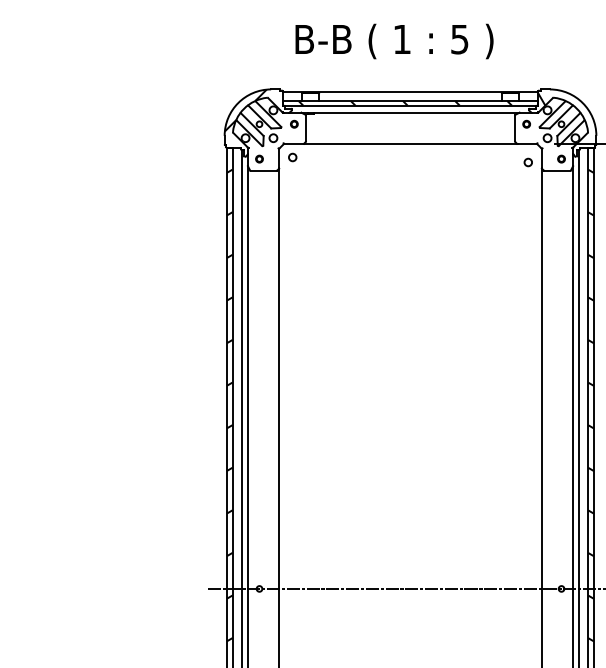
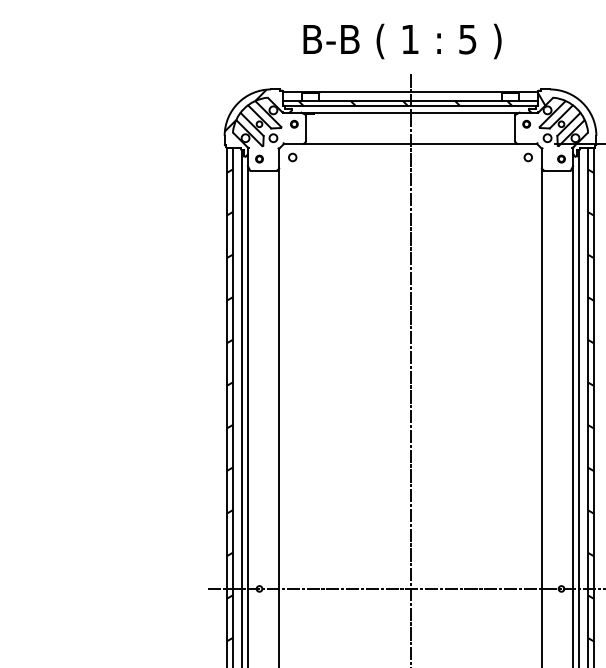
text at (394, 41) position: (394, 41) -> (402, 41)
circle at (527, 162) position: (527, 162) -> (527, 157)
line at (410, 369): none -> present
